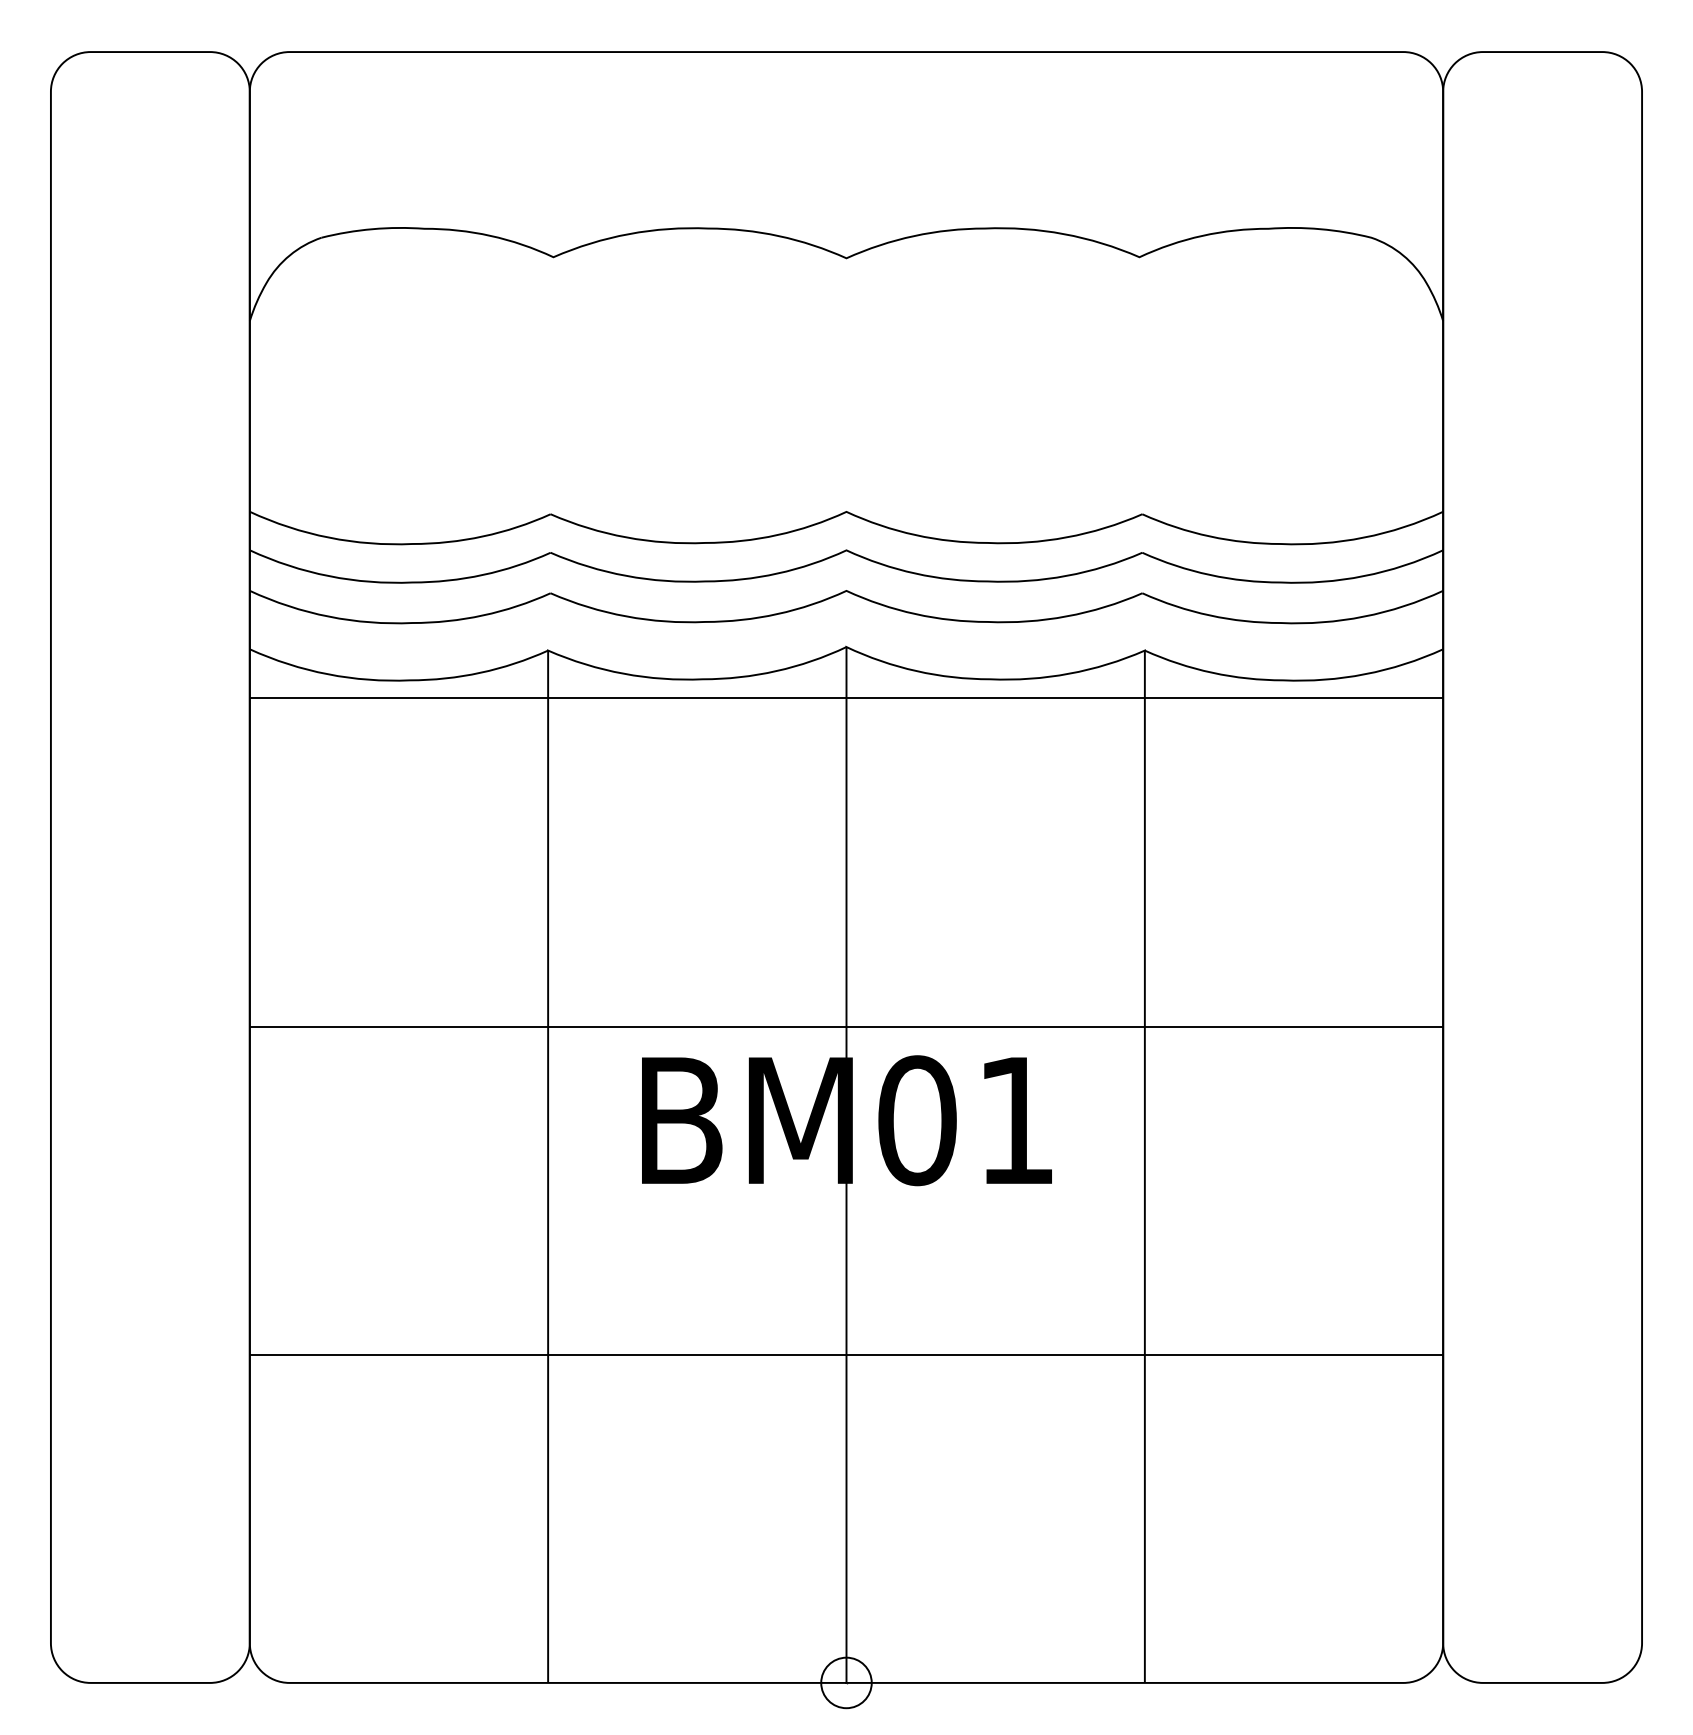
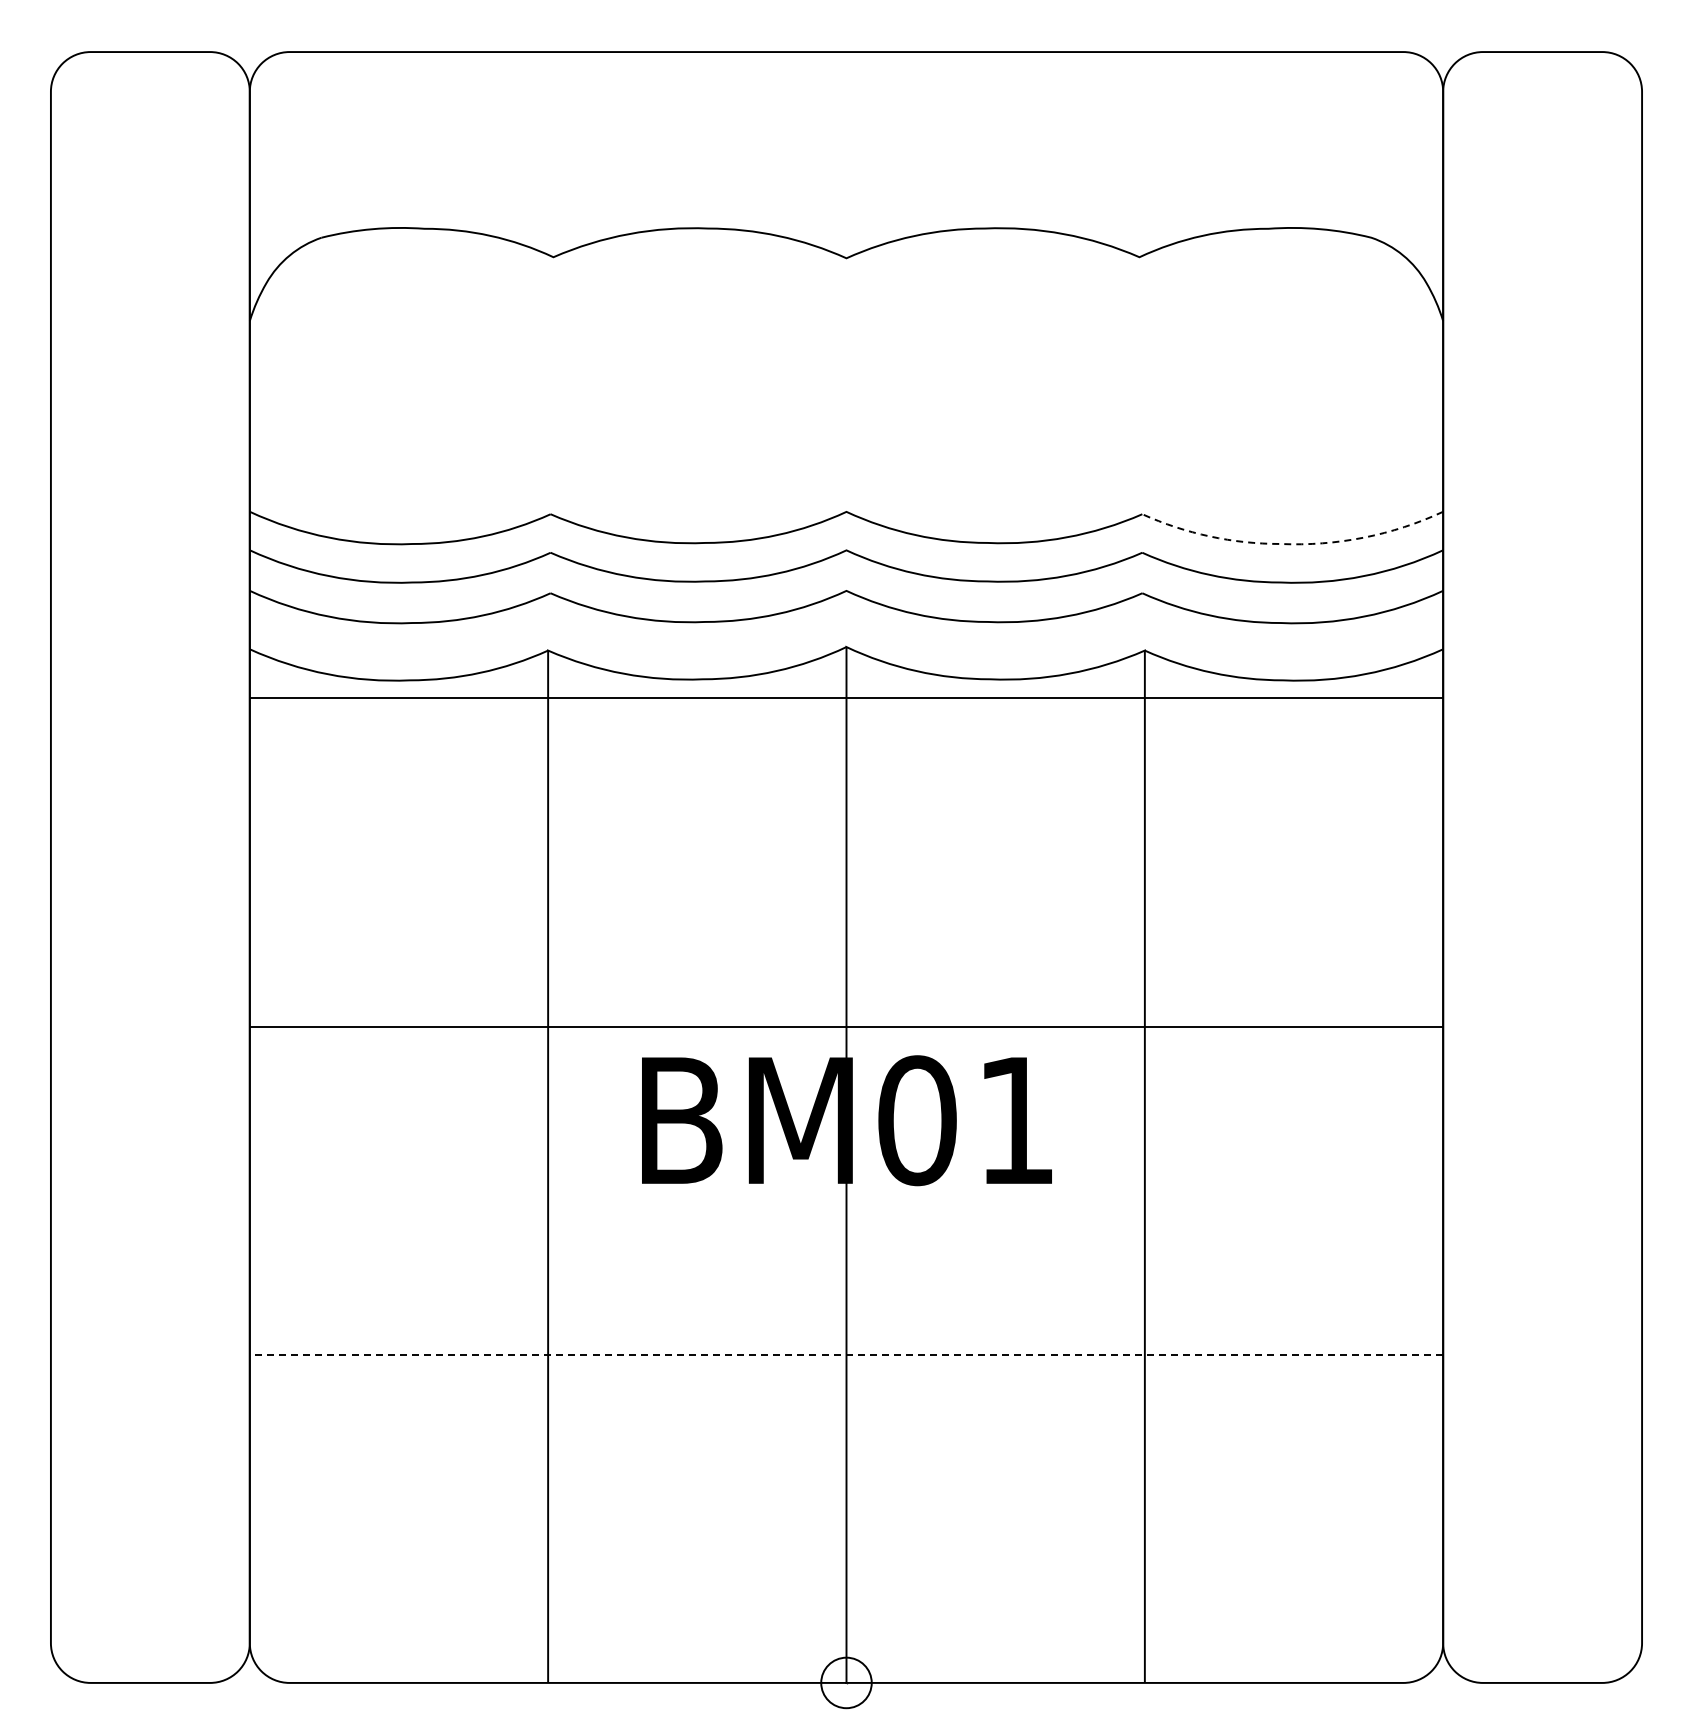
line at (1297, 544): solid -> dashed
line at (846, 1354): solid -> dashed
